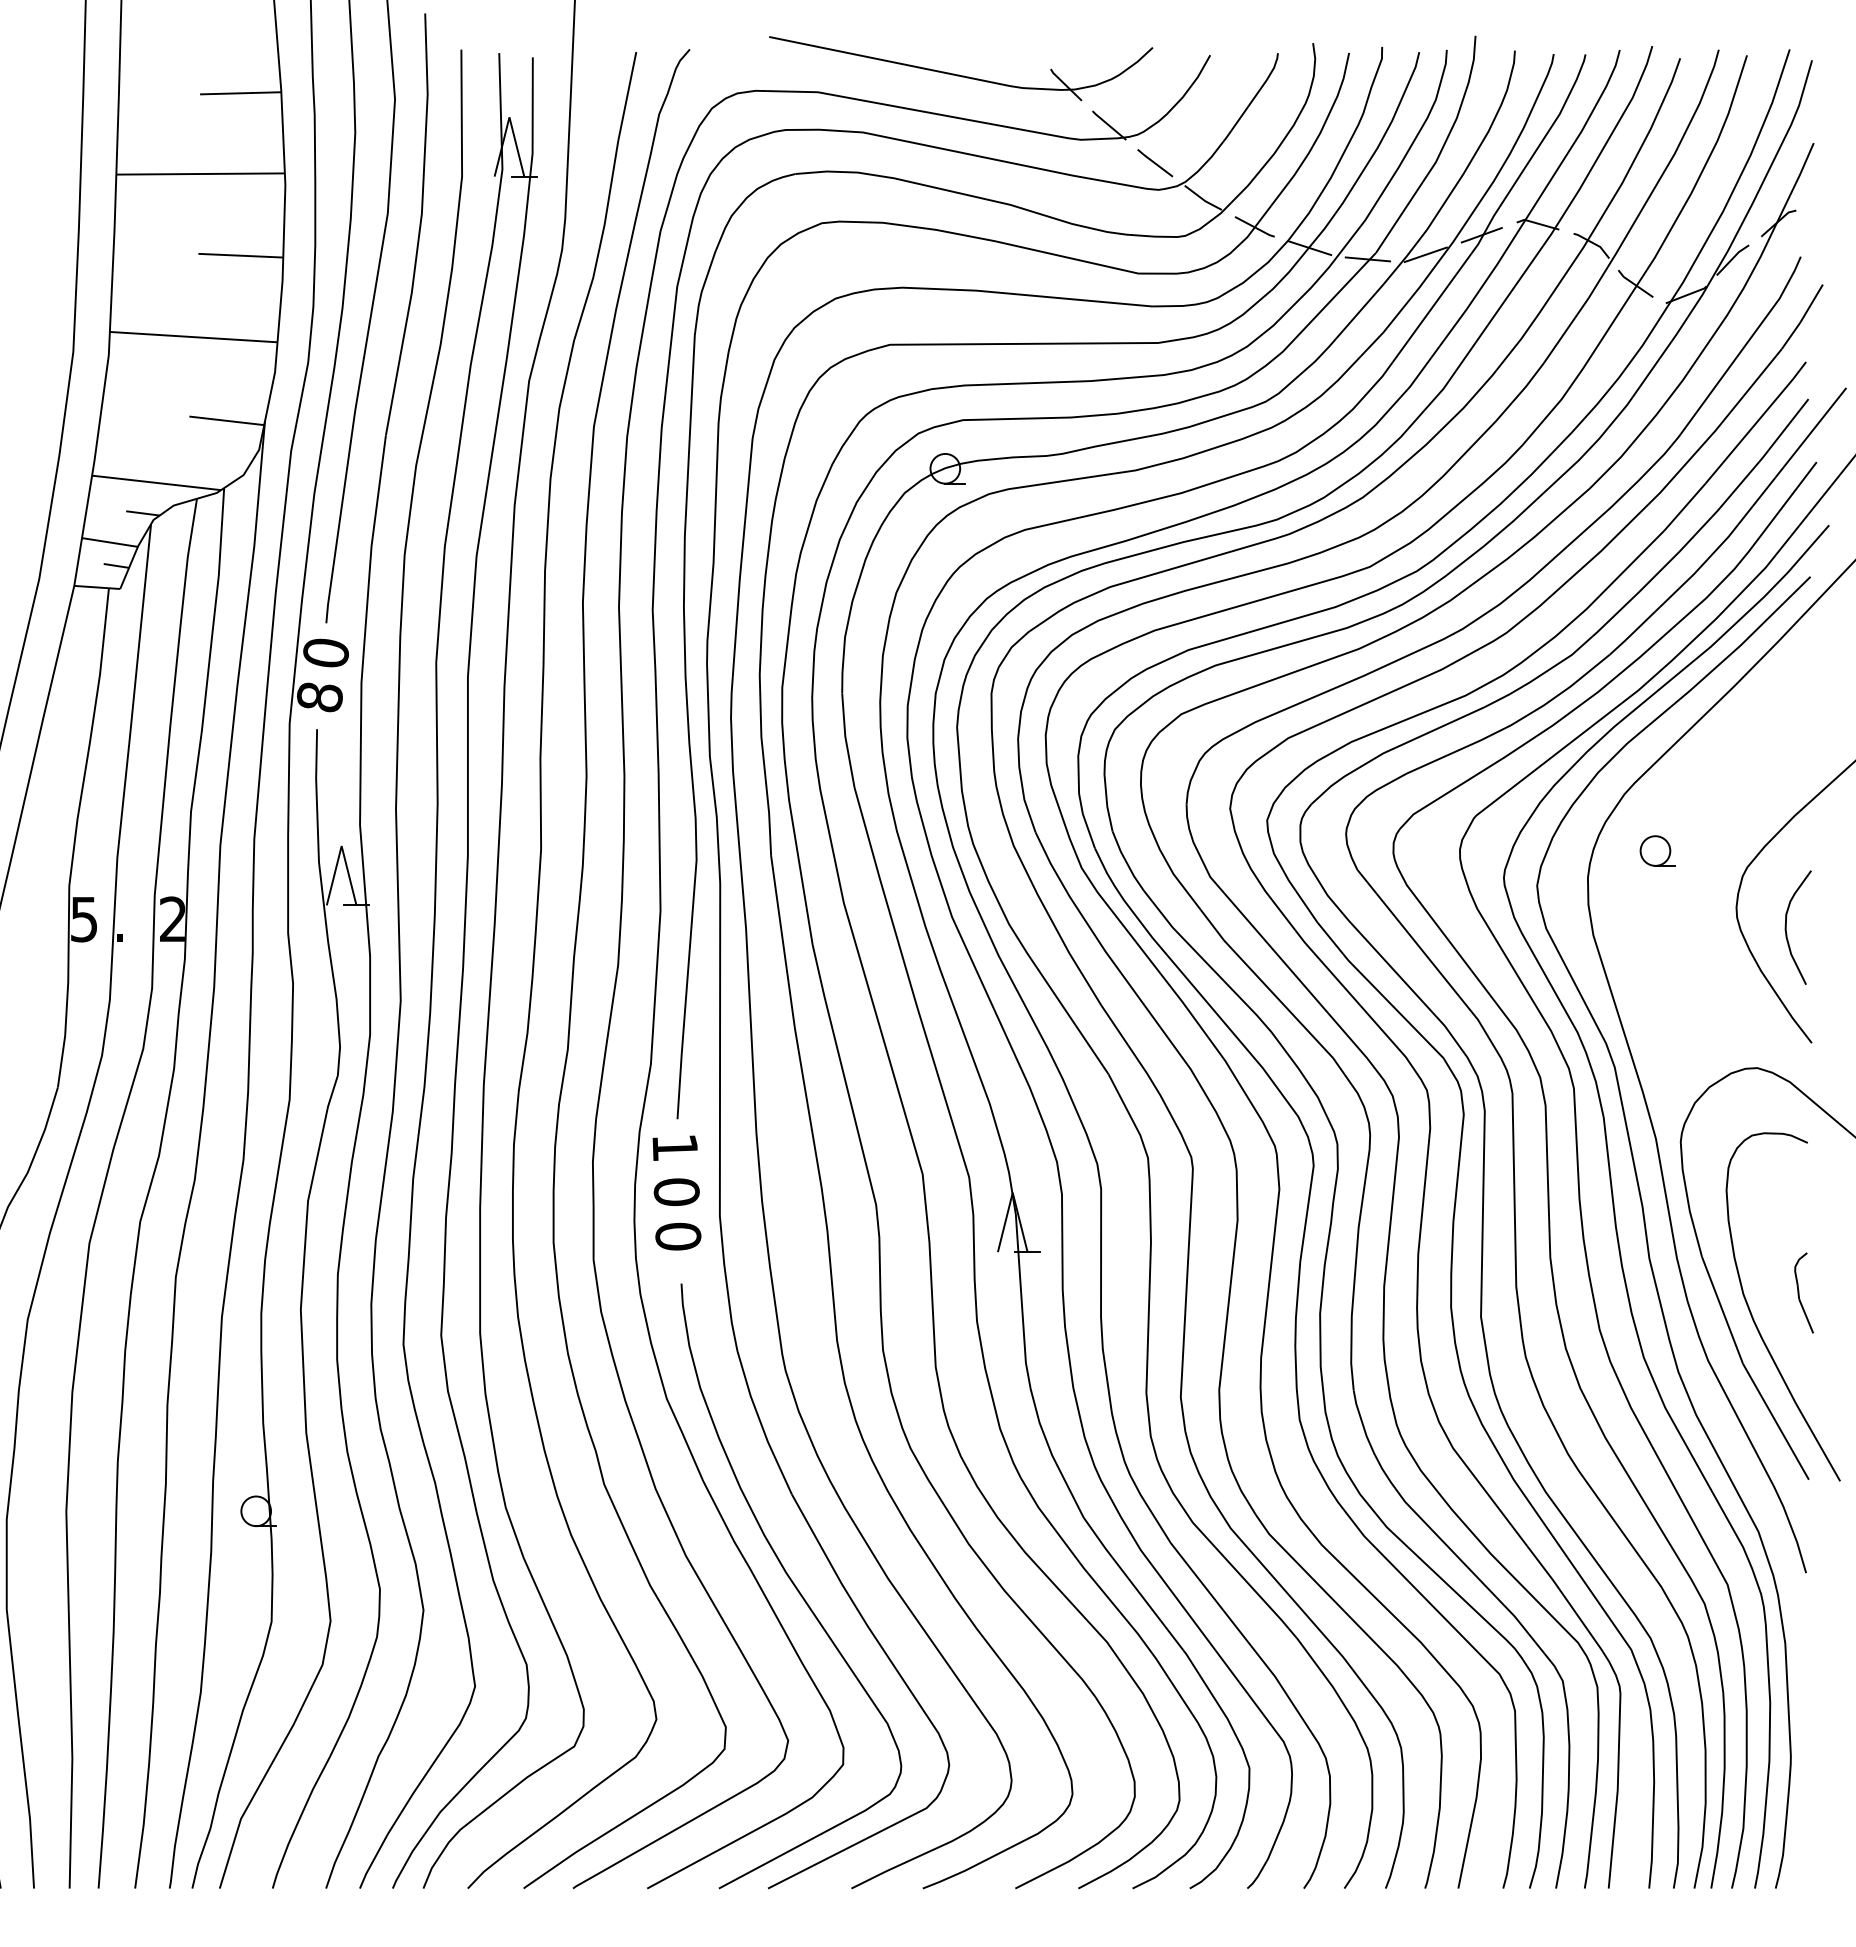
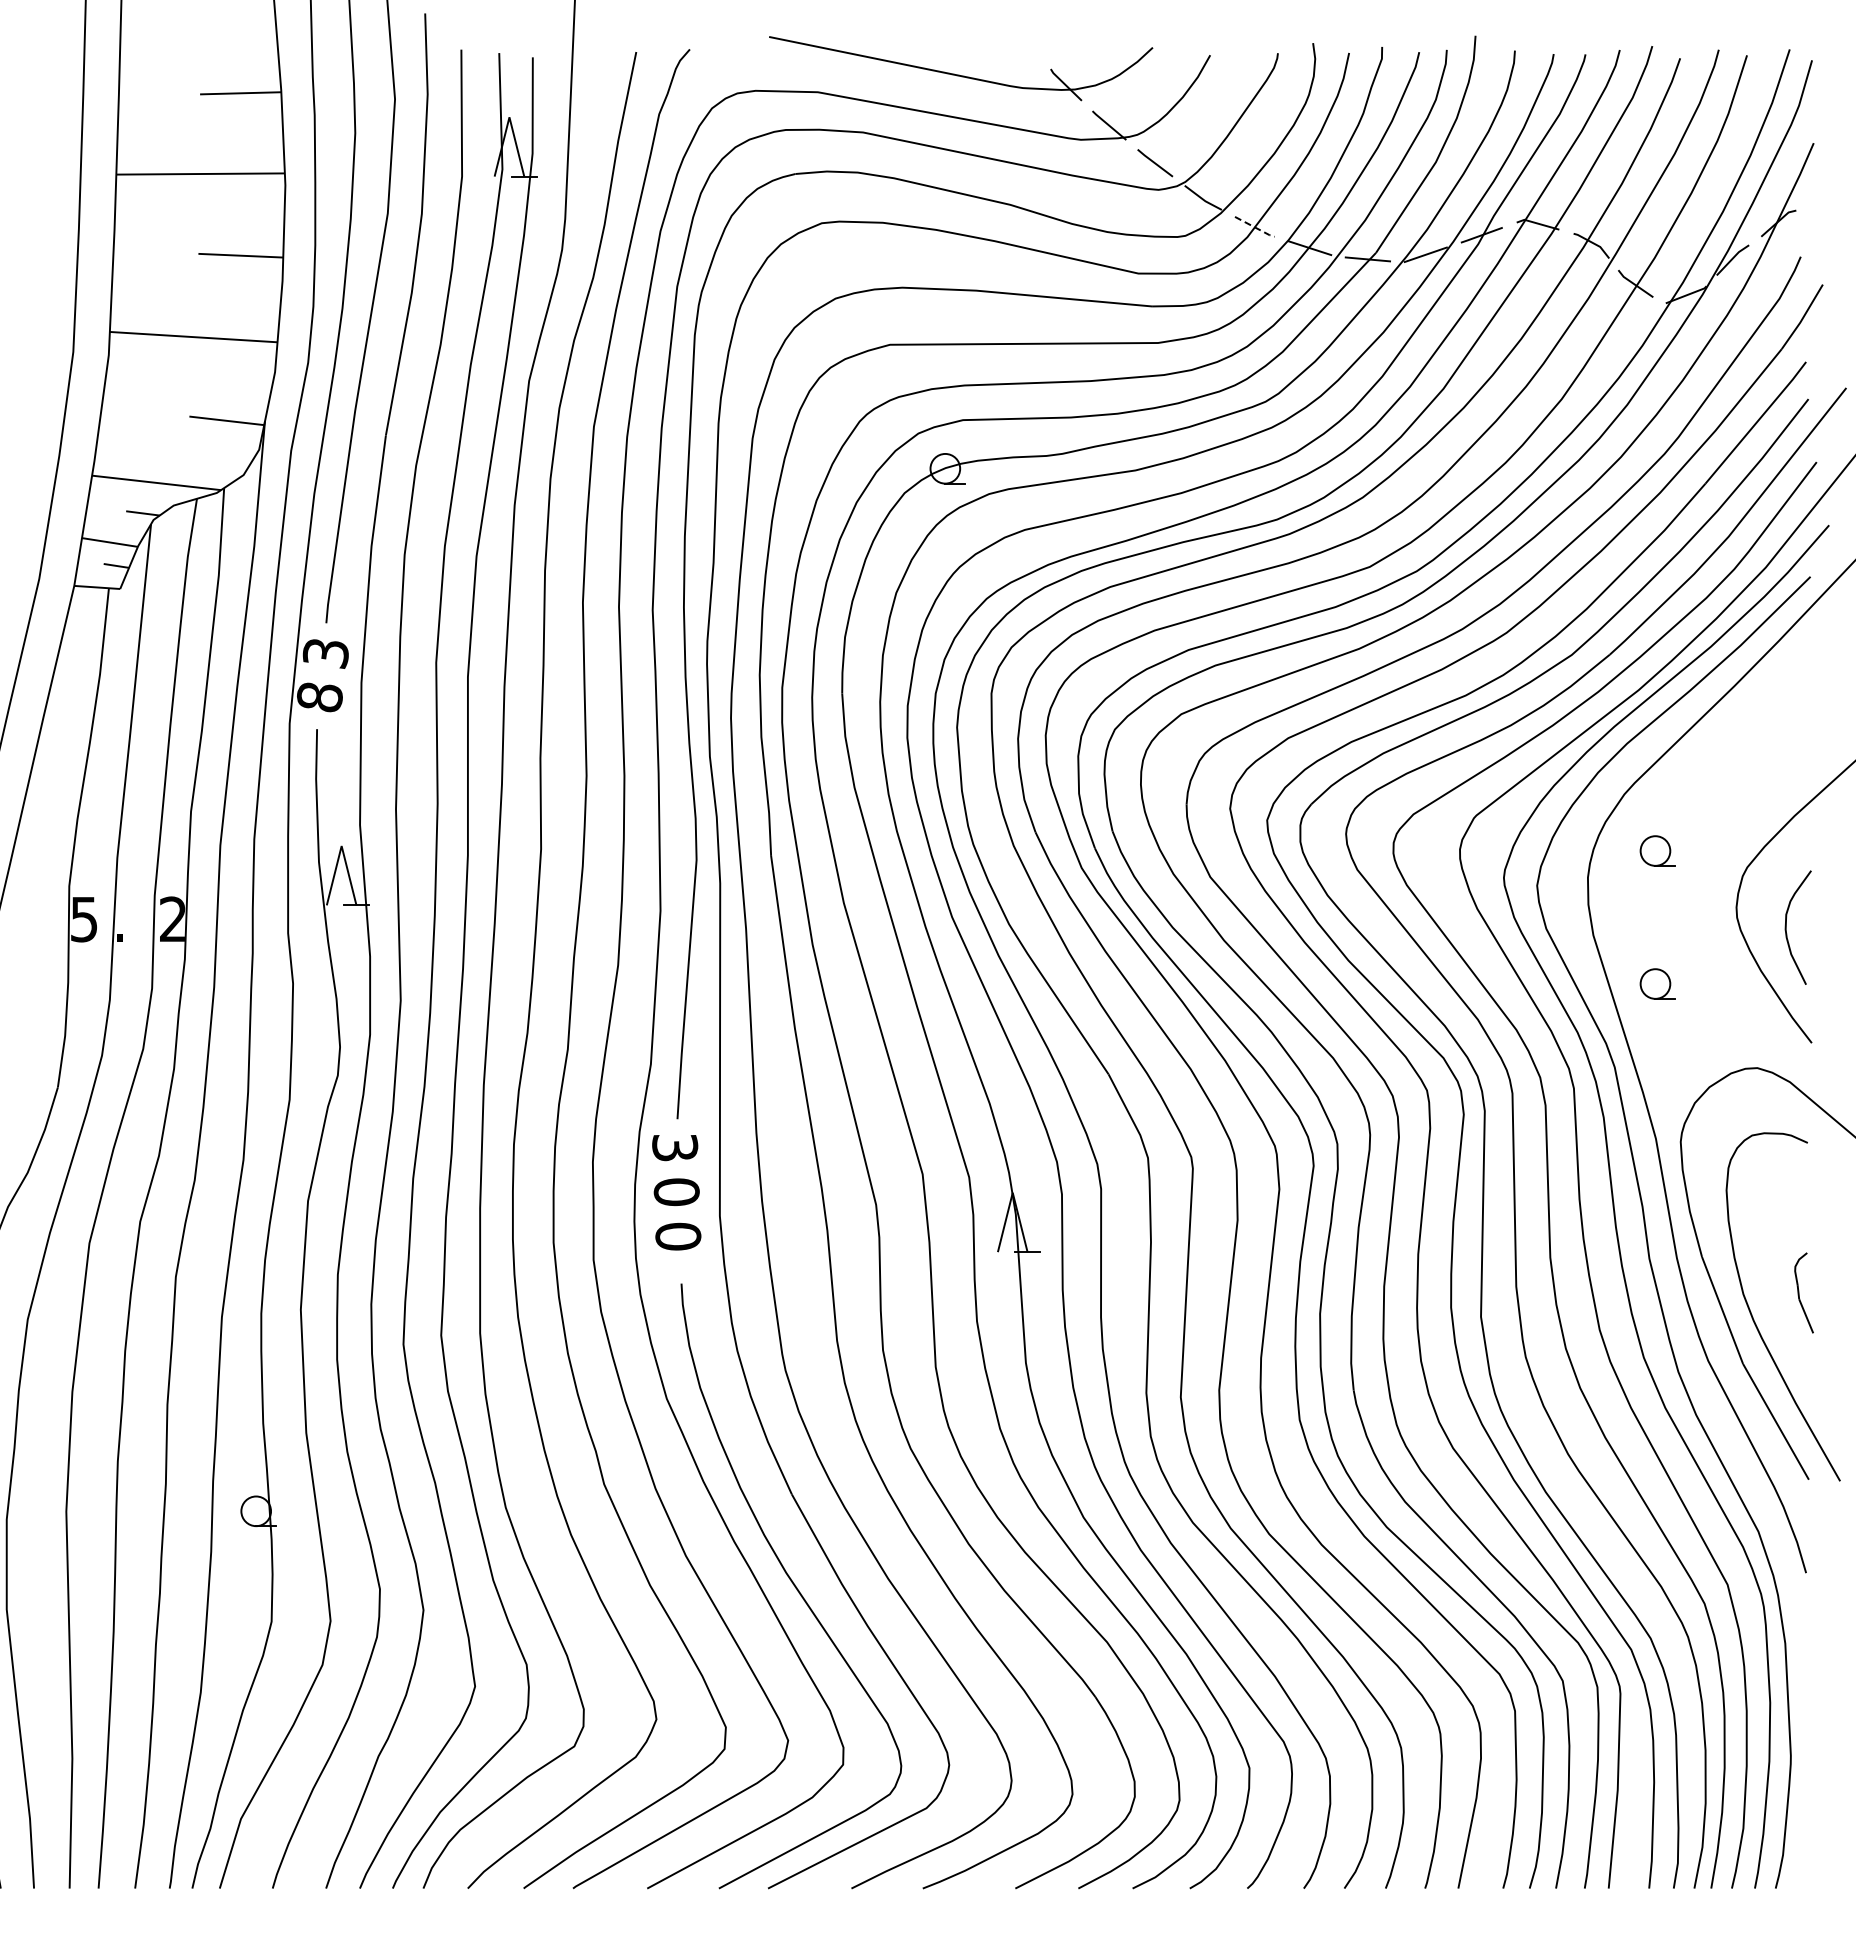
line at (1255, 227): solid -> dashed
text at (325, 653): 0 -> 3
part at (1657, 983): none -> present
text at (675, 1148): 1 -> 3
